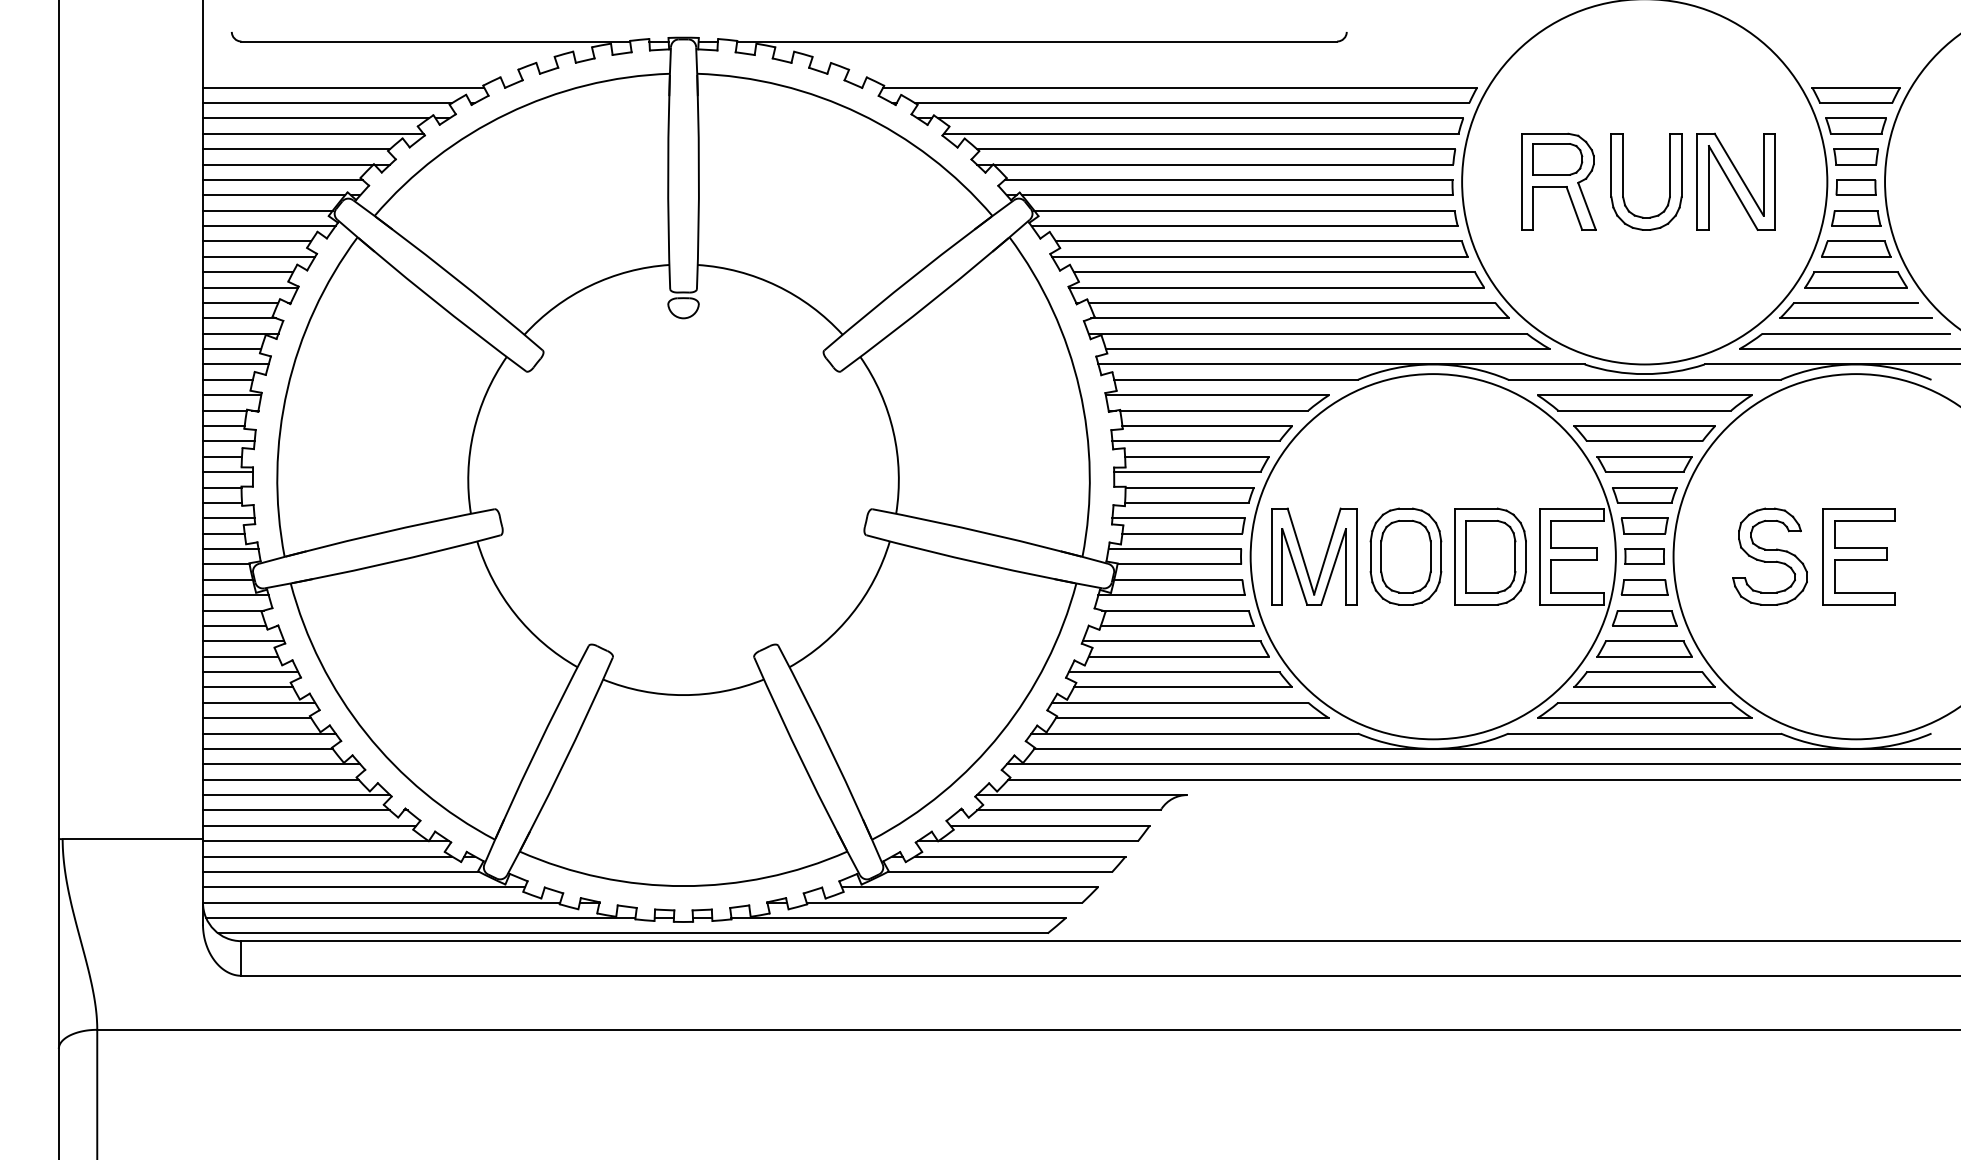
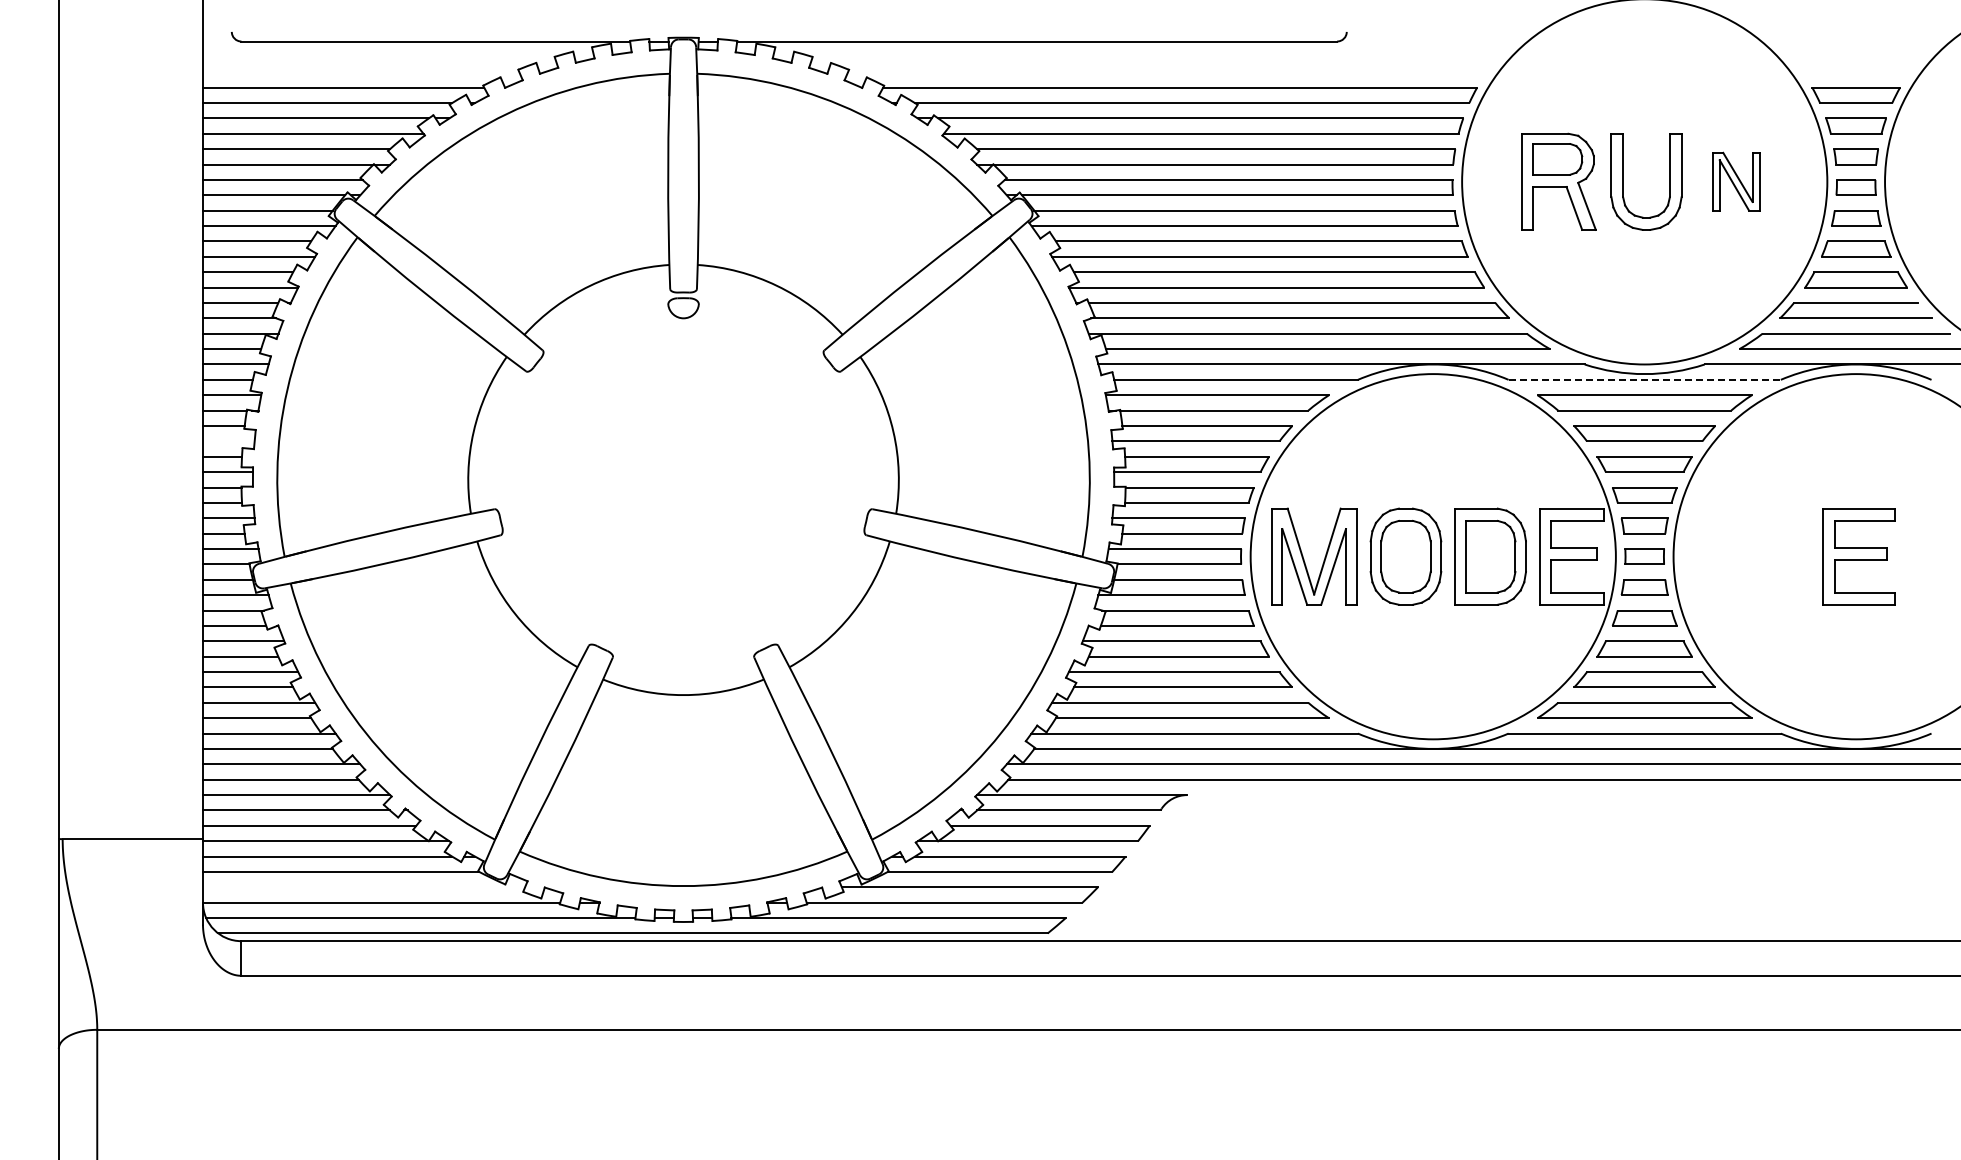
part at (1735, 181) size: 80x99 px -> 49x61 px
line at (1645, 379): solid -> dashed
line at (228, 441): present -> none
part at (1769, 556): present -> none
line at (363, 887): present -> none
